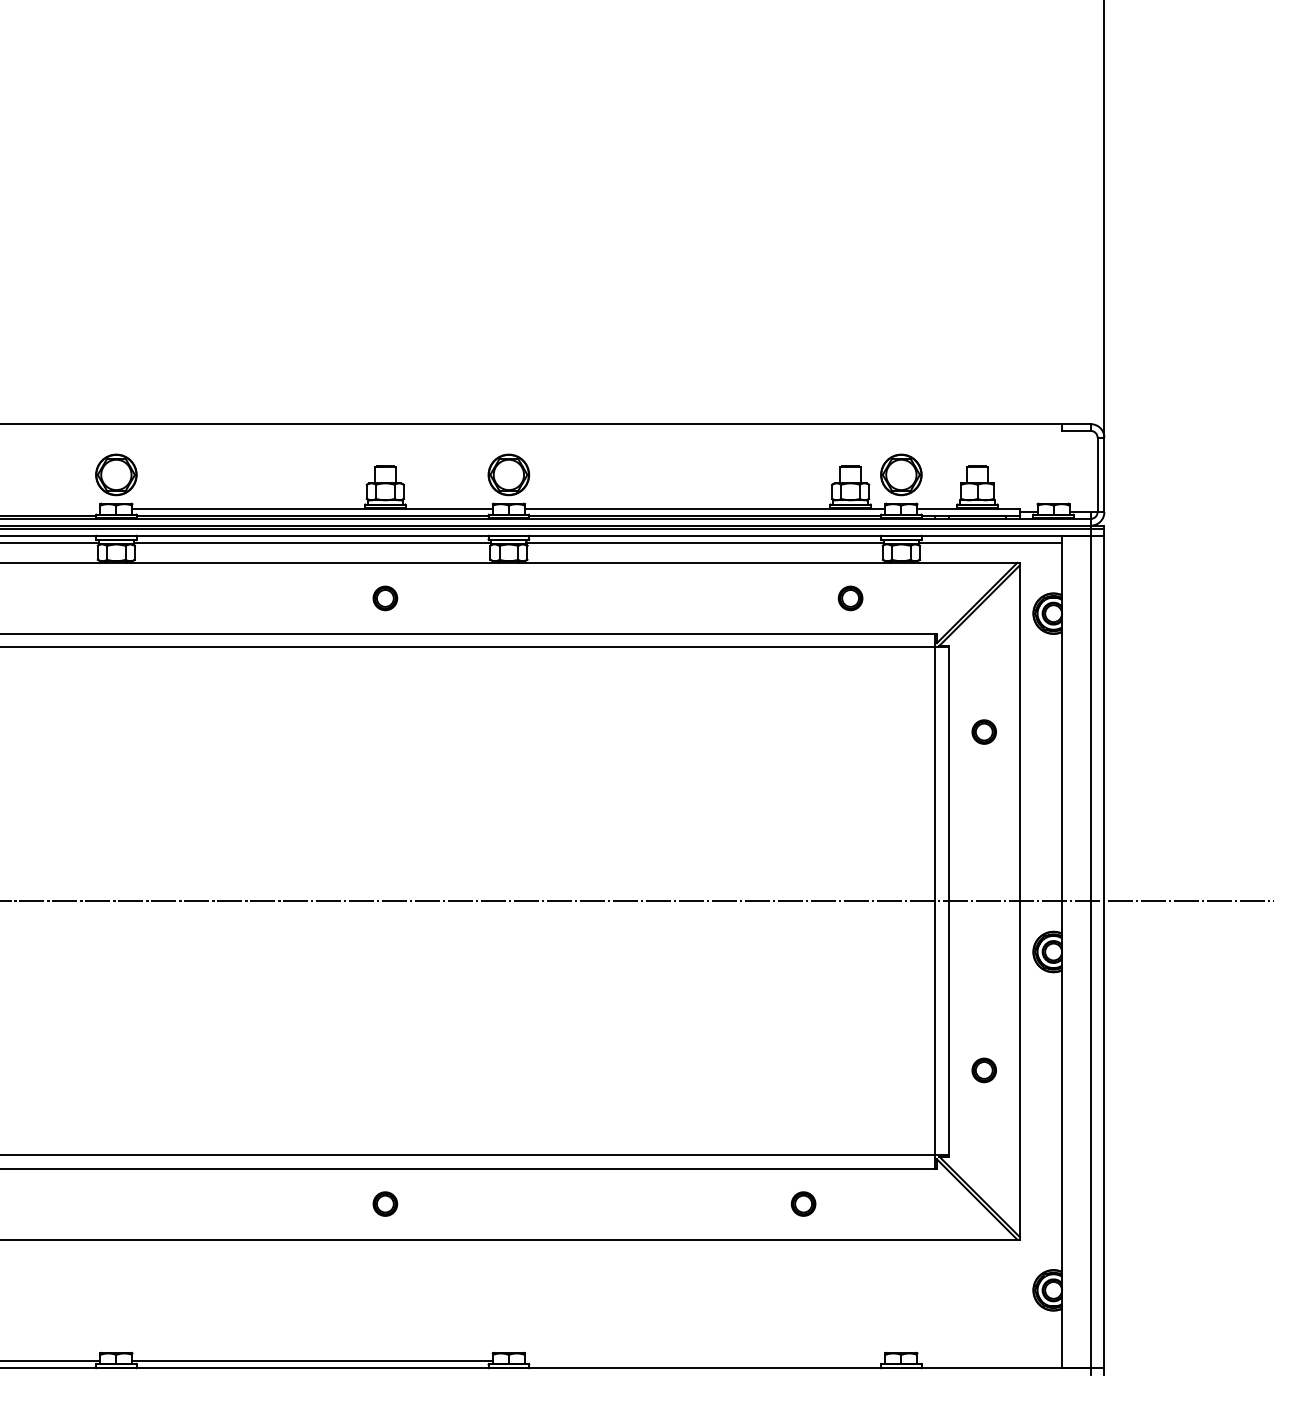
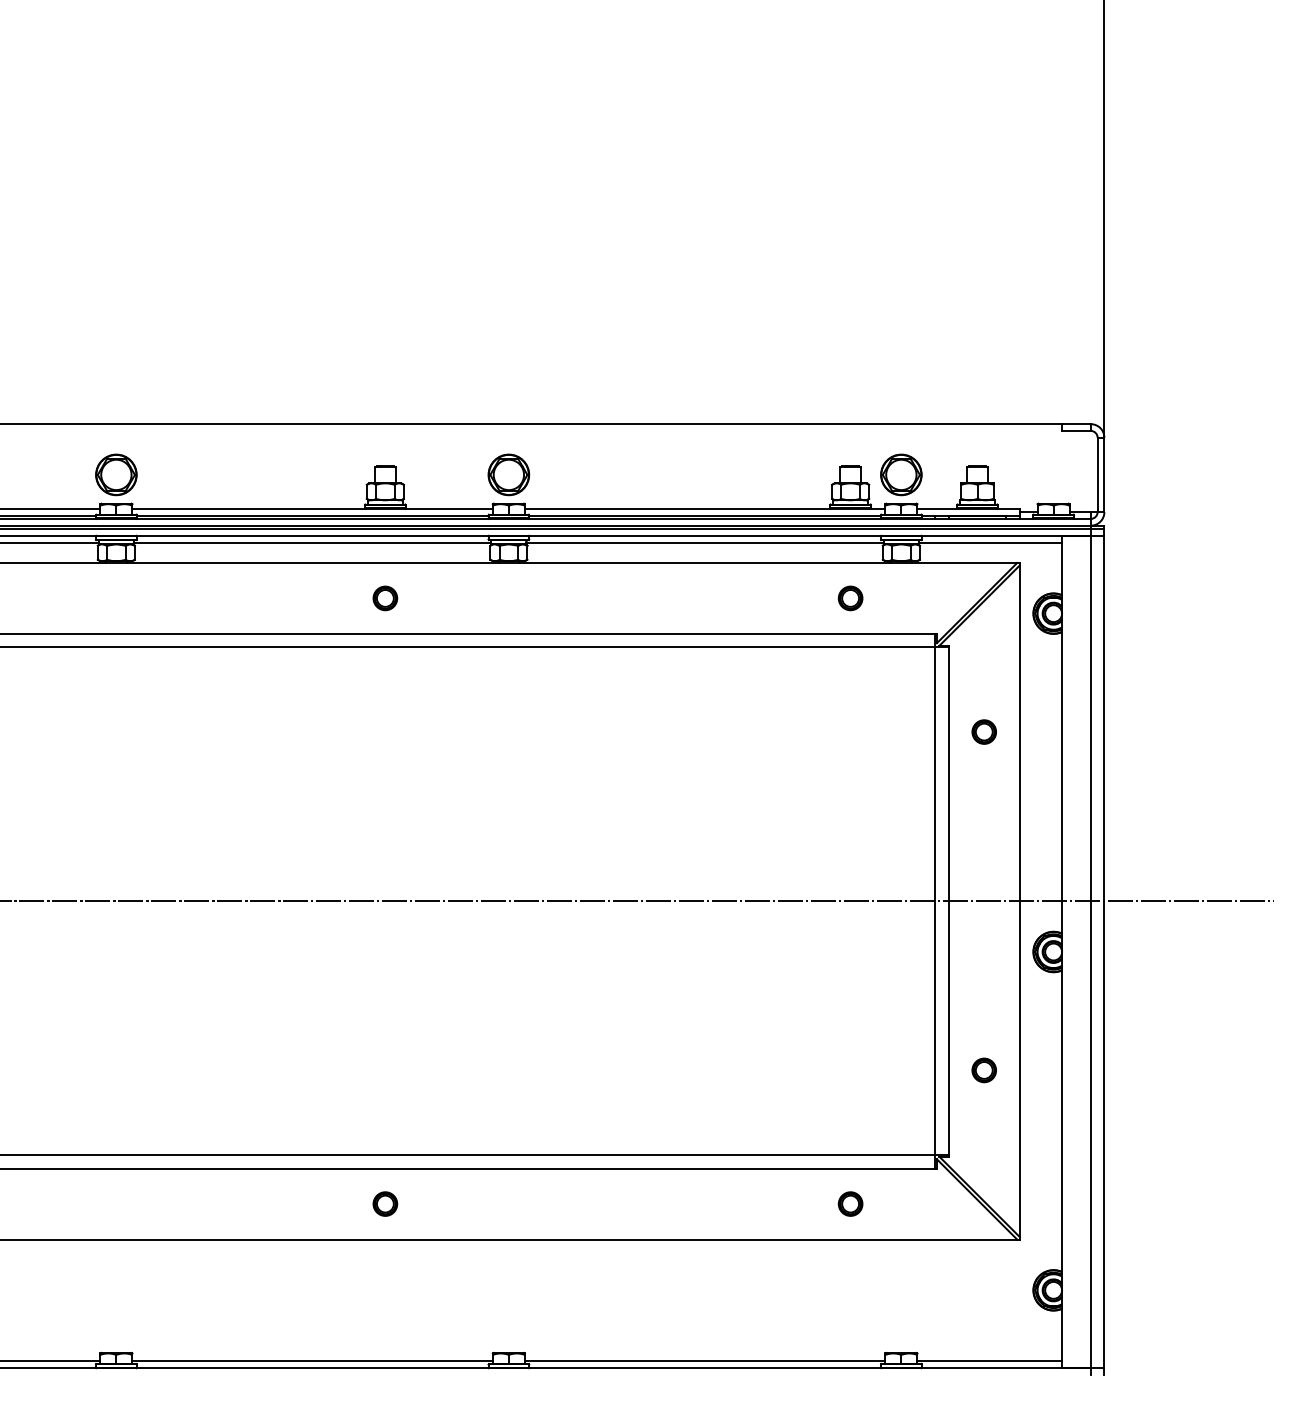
line at (51, 508): none -> present
part at (803, 1203) position: (803, 1203) -> (850, 1203)
line at (704, 1361): none -> present
line at (989, 1361): none -> present
